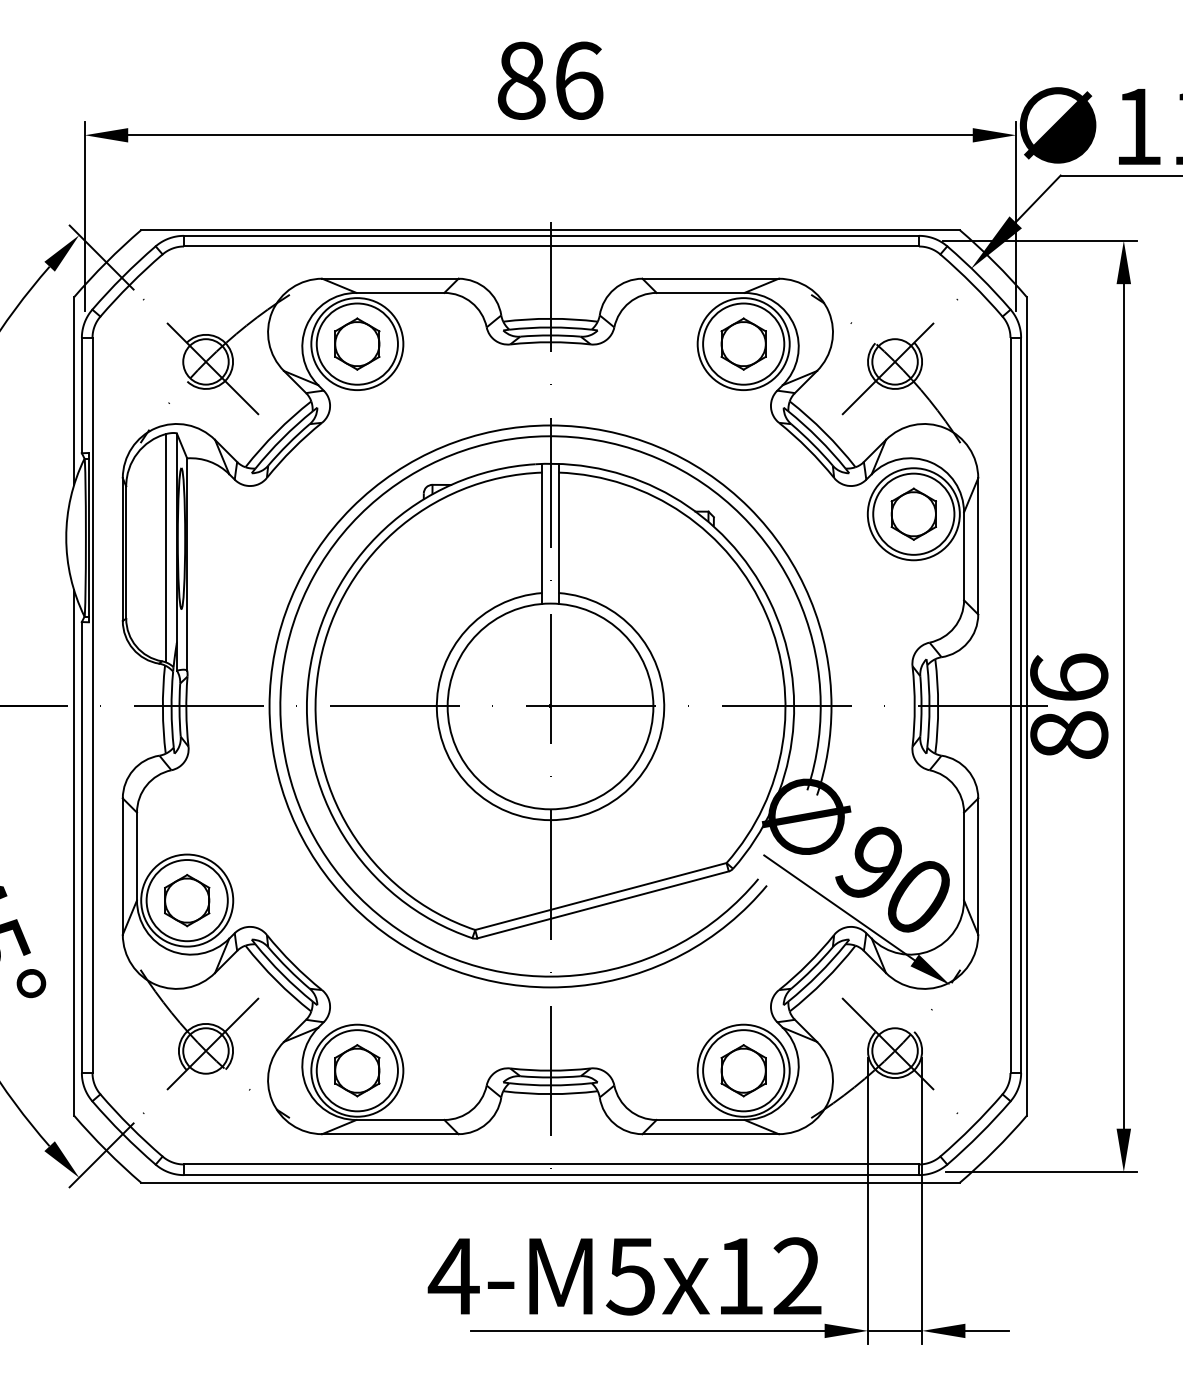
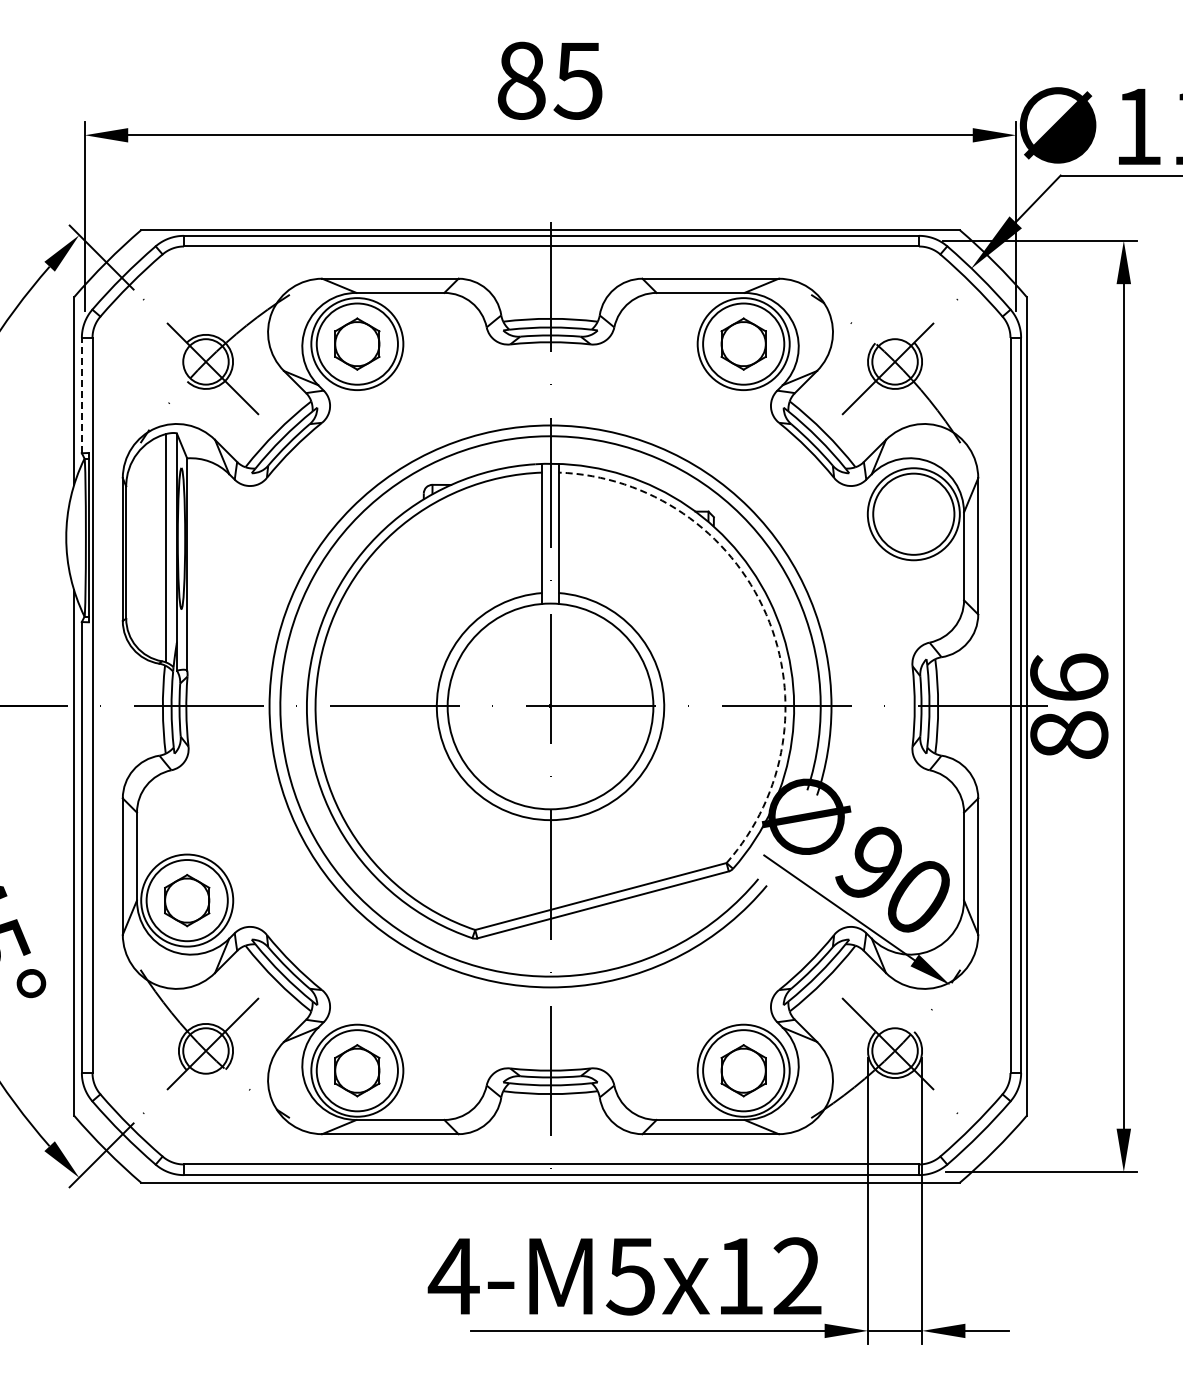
text at (578, 80): 86 -> 85
line at (81, 395): solid -> dashed
part at (913, 513): present -> none
arc at (766, 614): solid -> dashed
